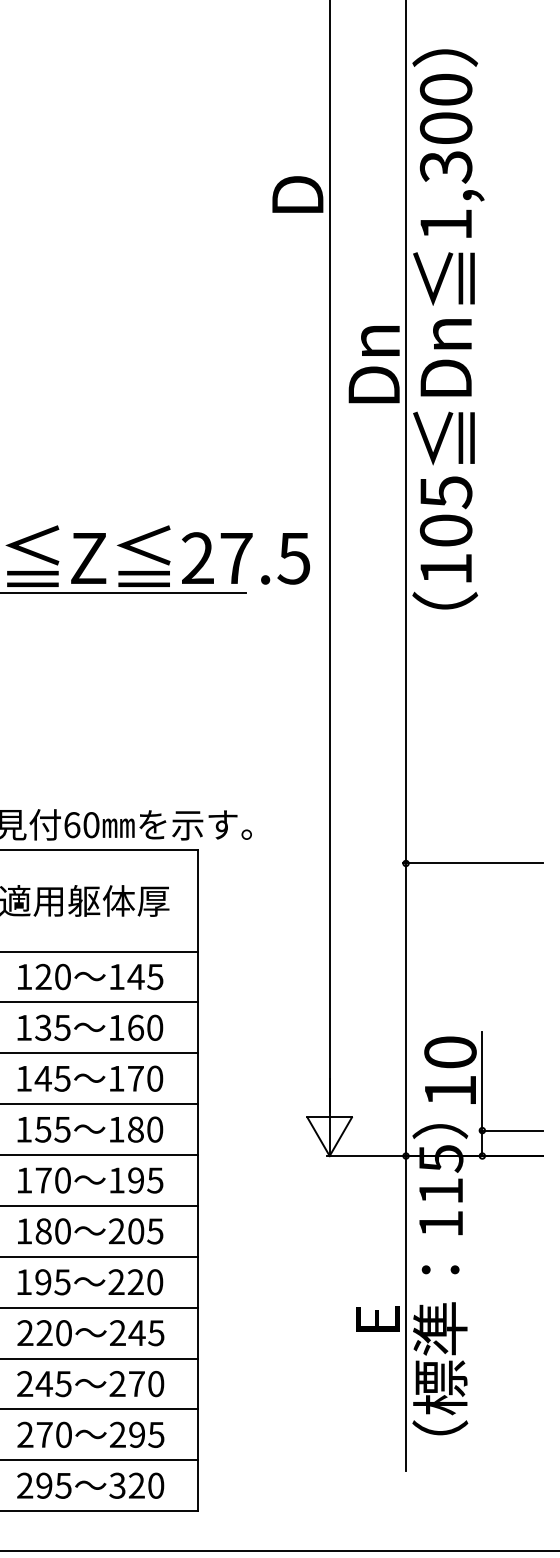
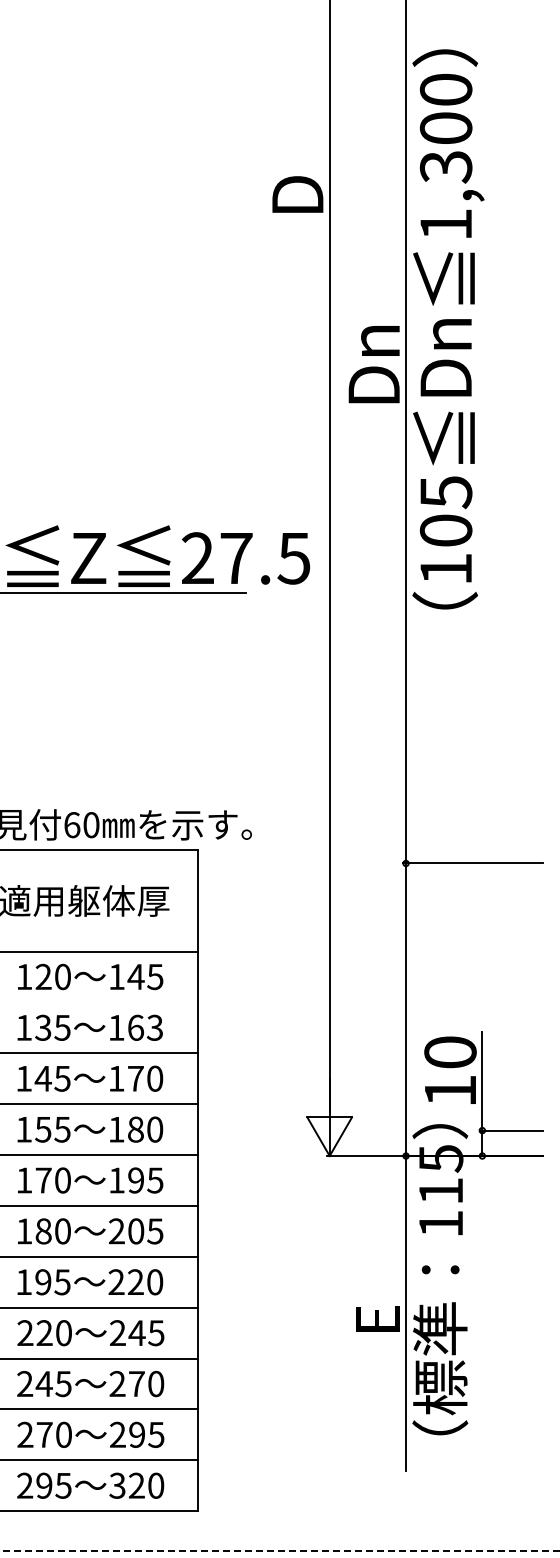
line at (100, 1002): present -> none
text at (154, 1027): 160 -> 163
line at (280, 1551): solid -> dashed
